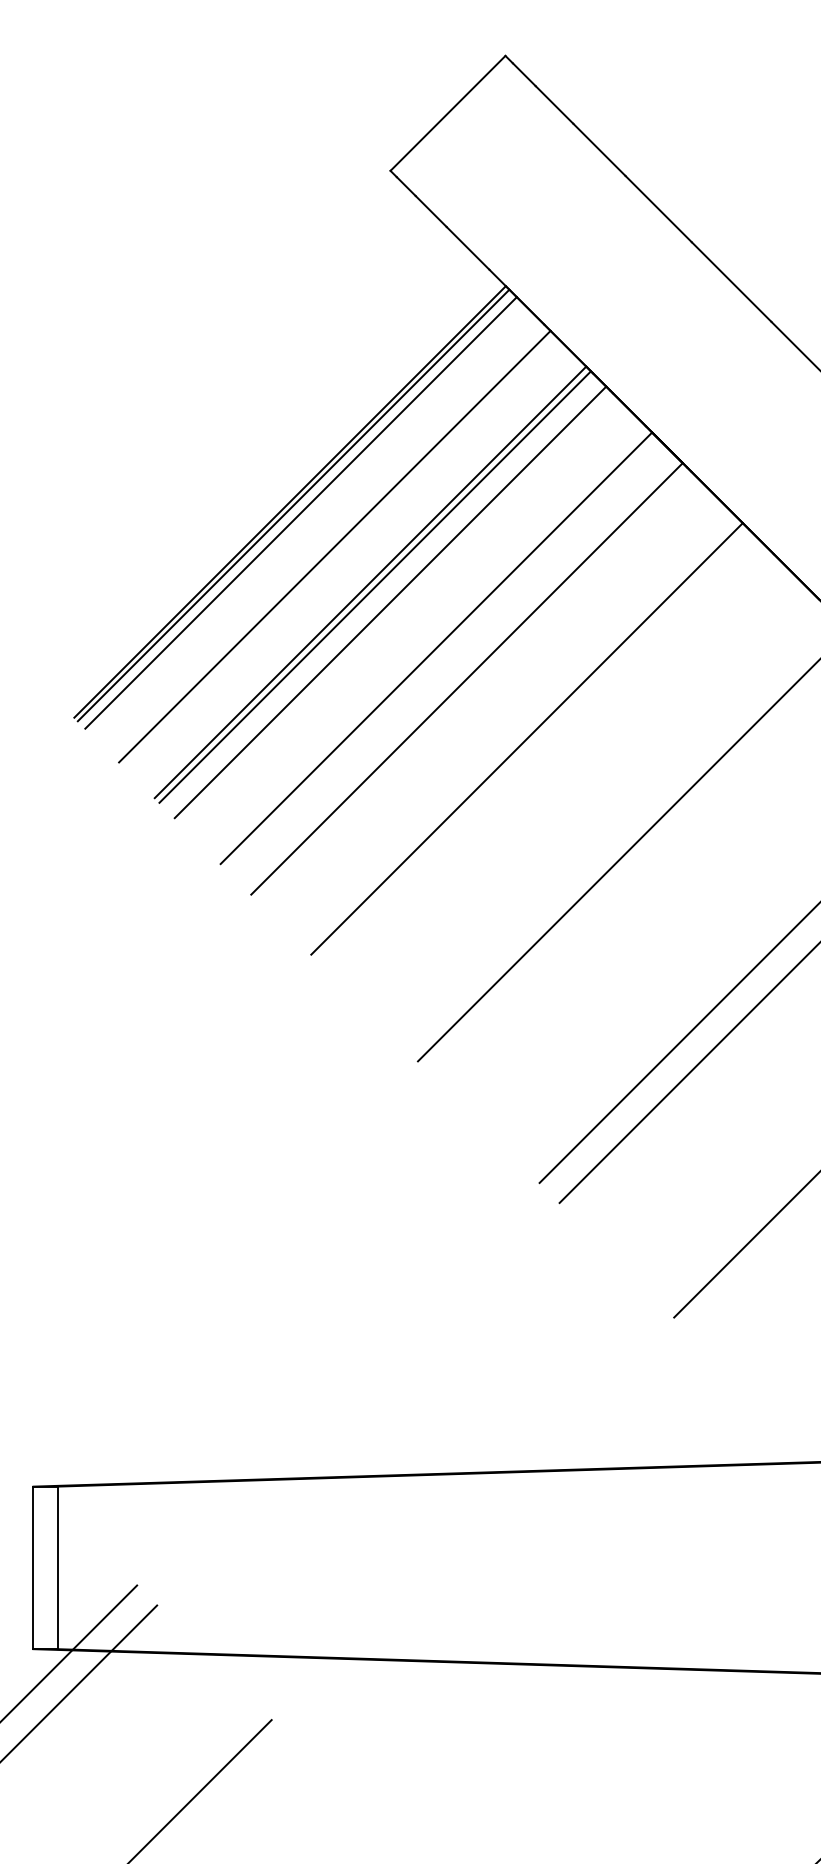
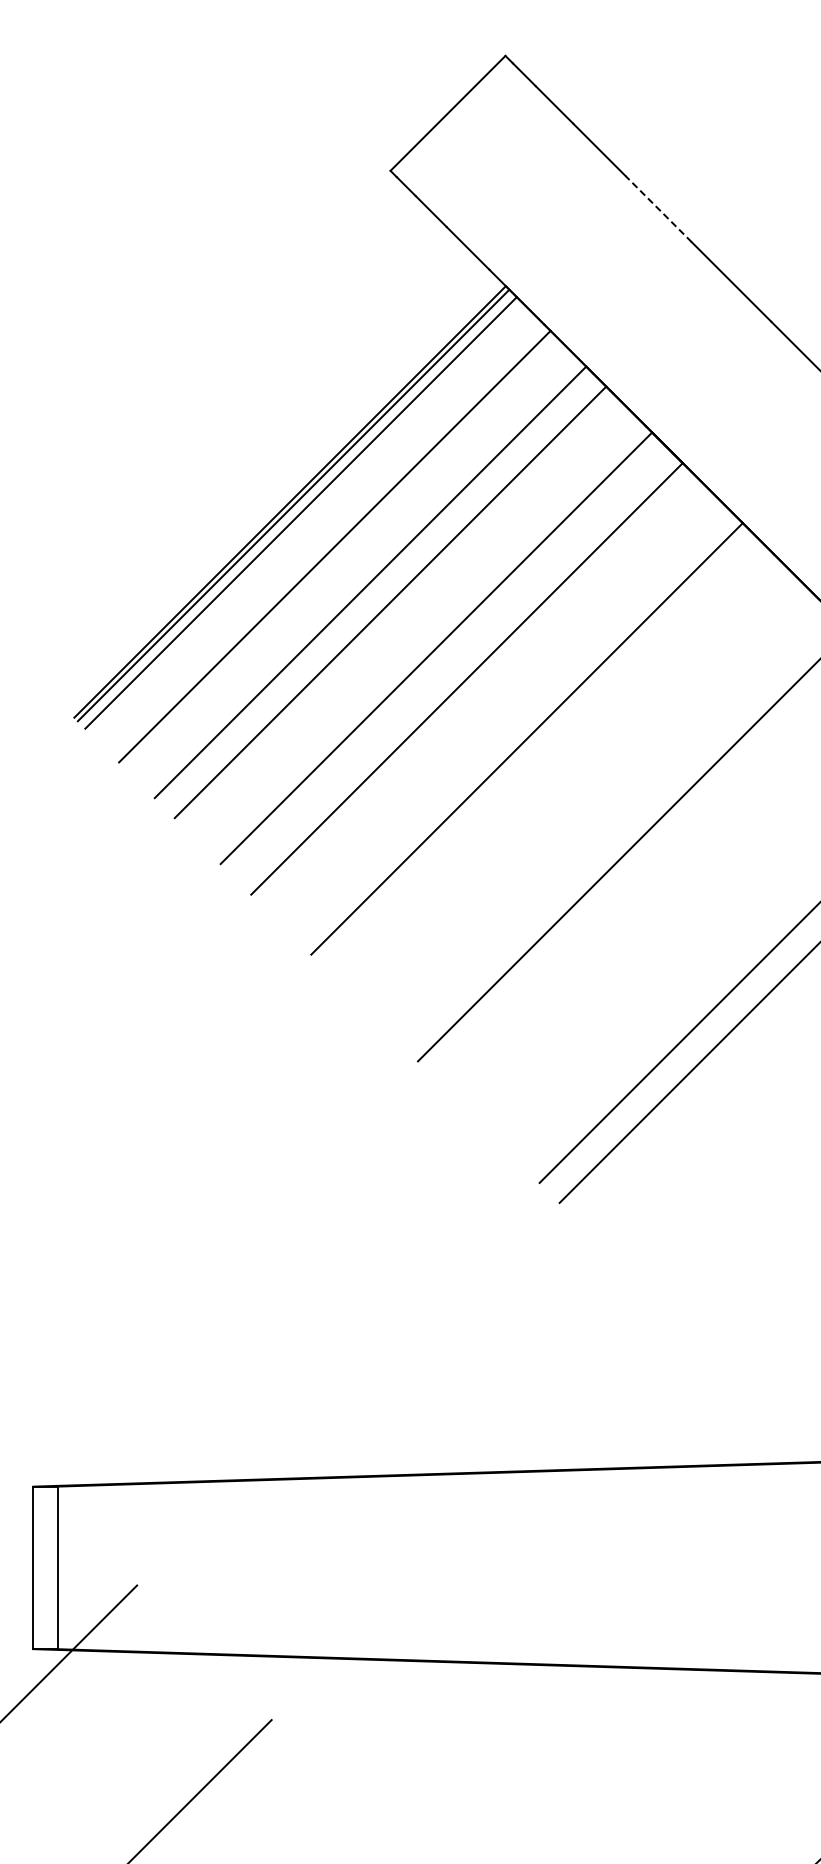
line at (658, 209): solid -> dashed
line at (375, 586): present -> none
line at (745, 1245): present -> none
line at (79, 1682): present -> none
